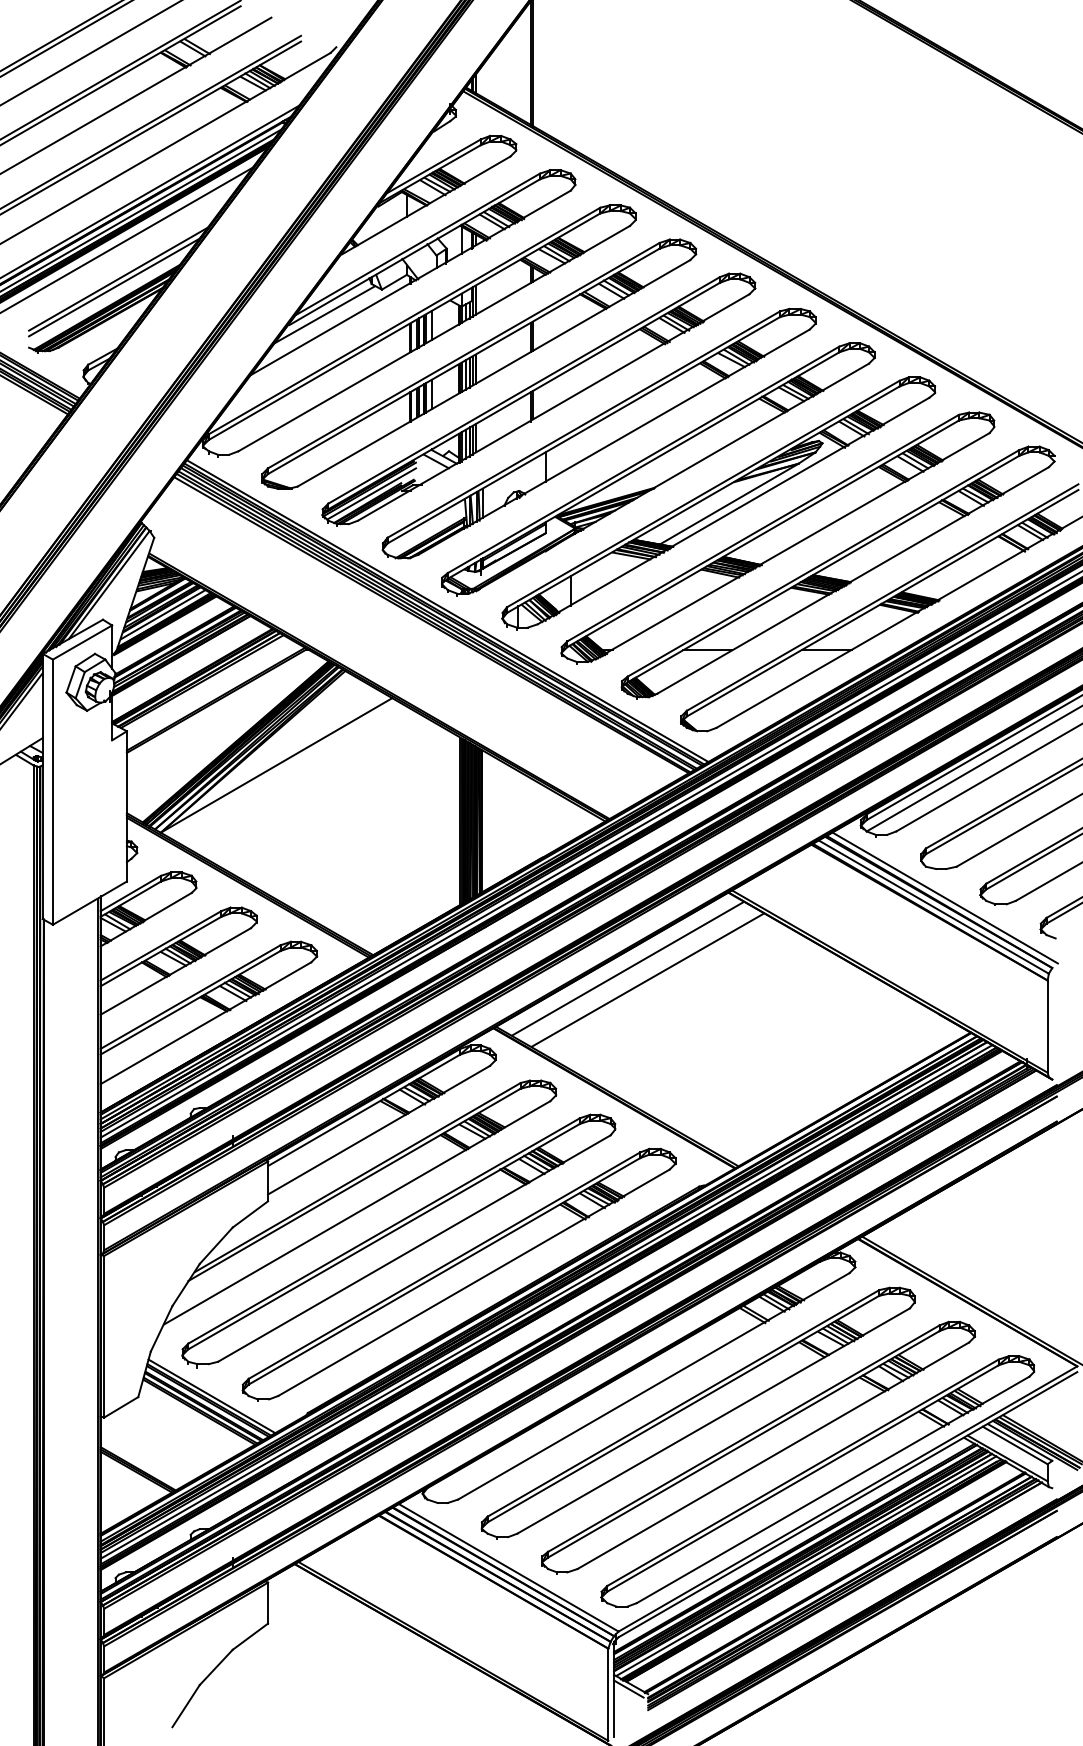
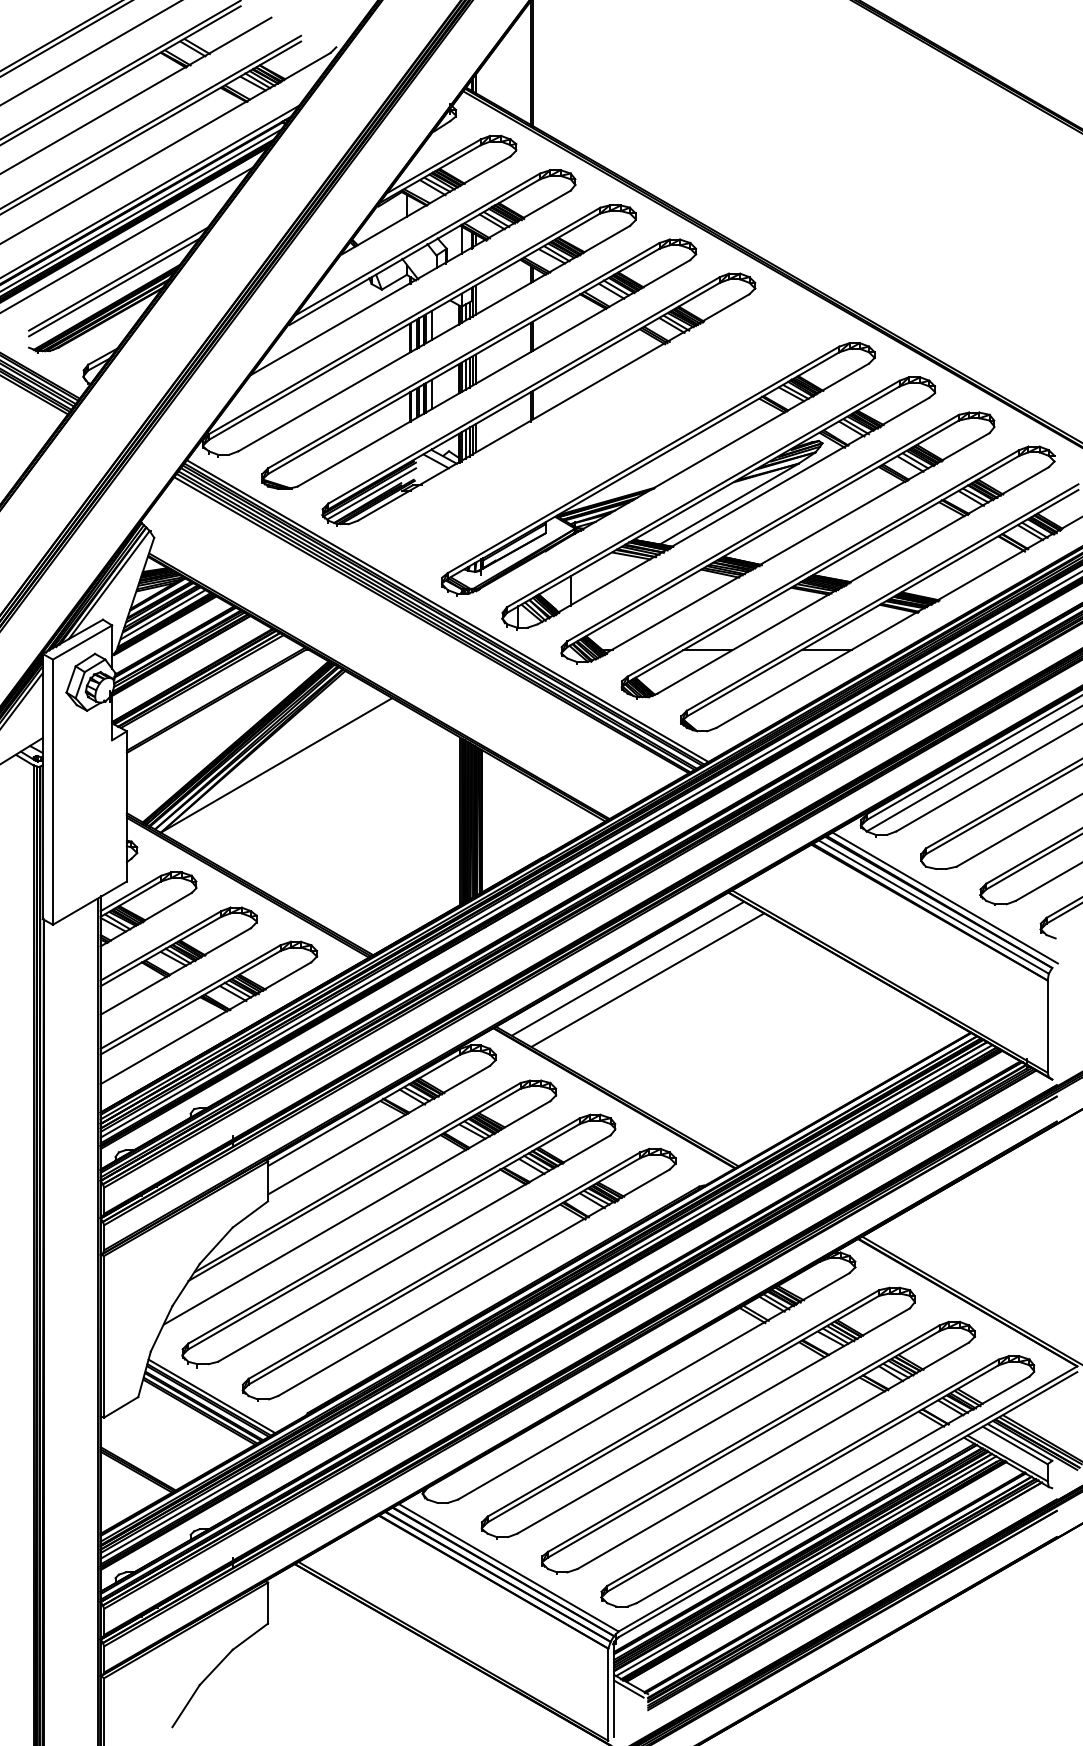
line at (324, 314): present -> none
part at (598, 433): present -> none
